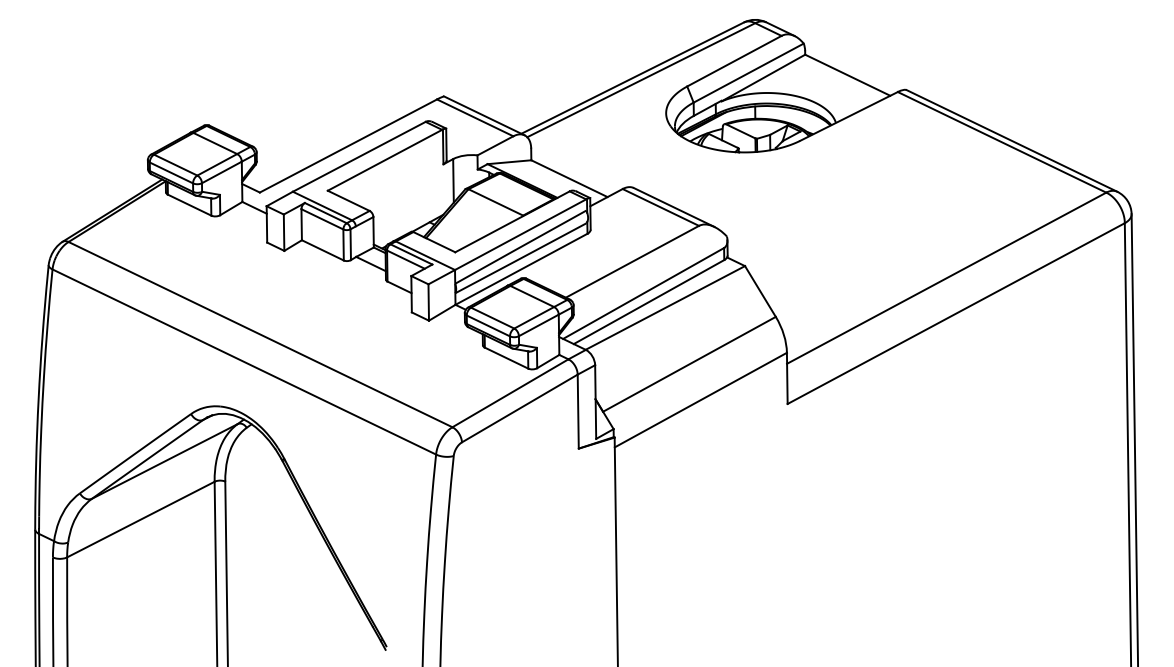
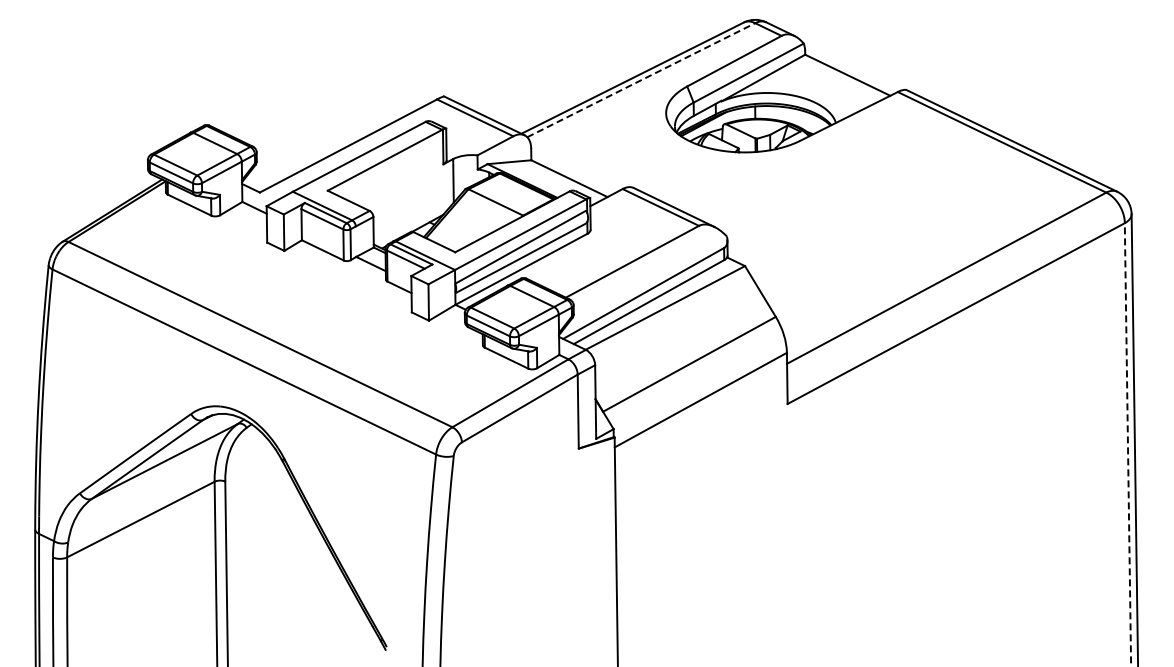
line at (641, 80): solid -> dashed
line at (1127, 444): solid -> dashed
